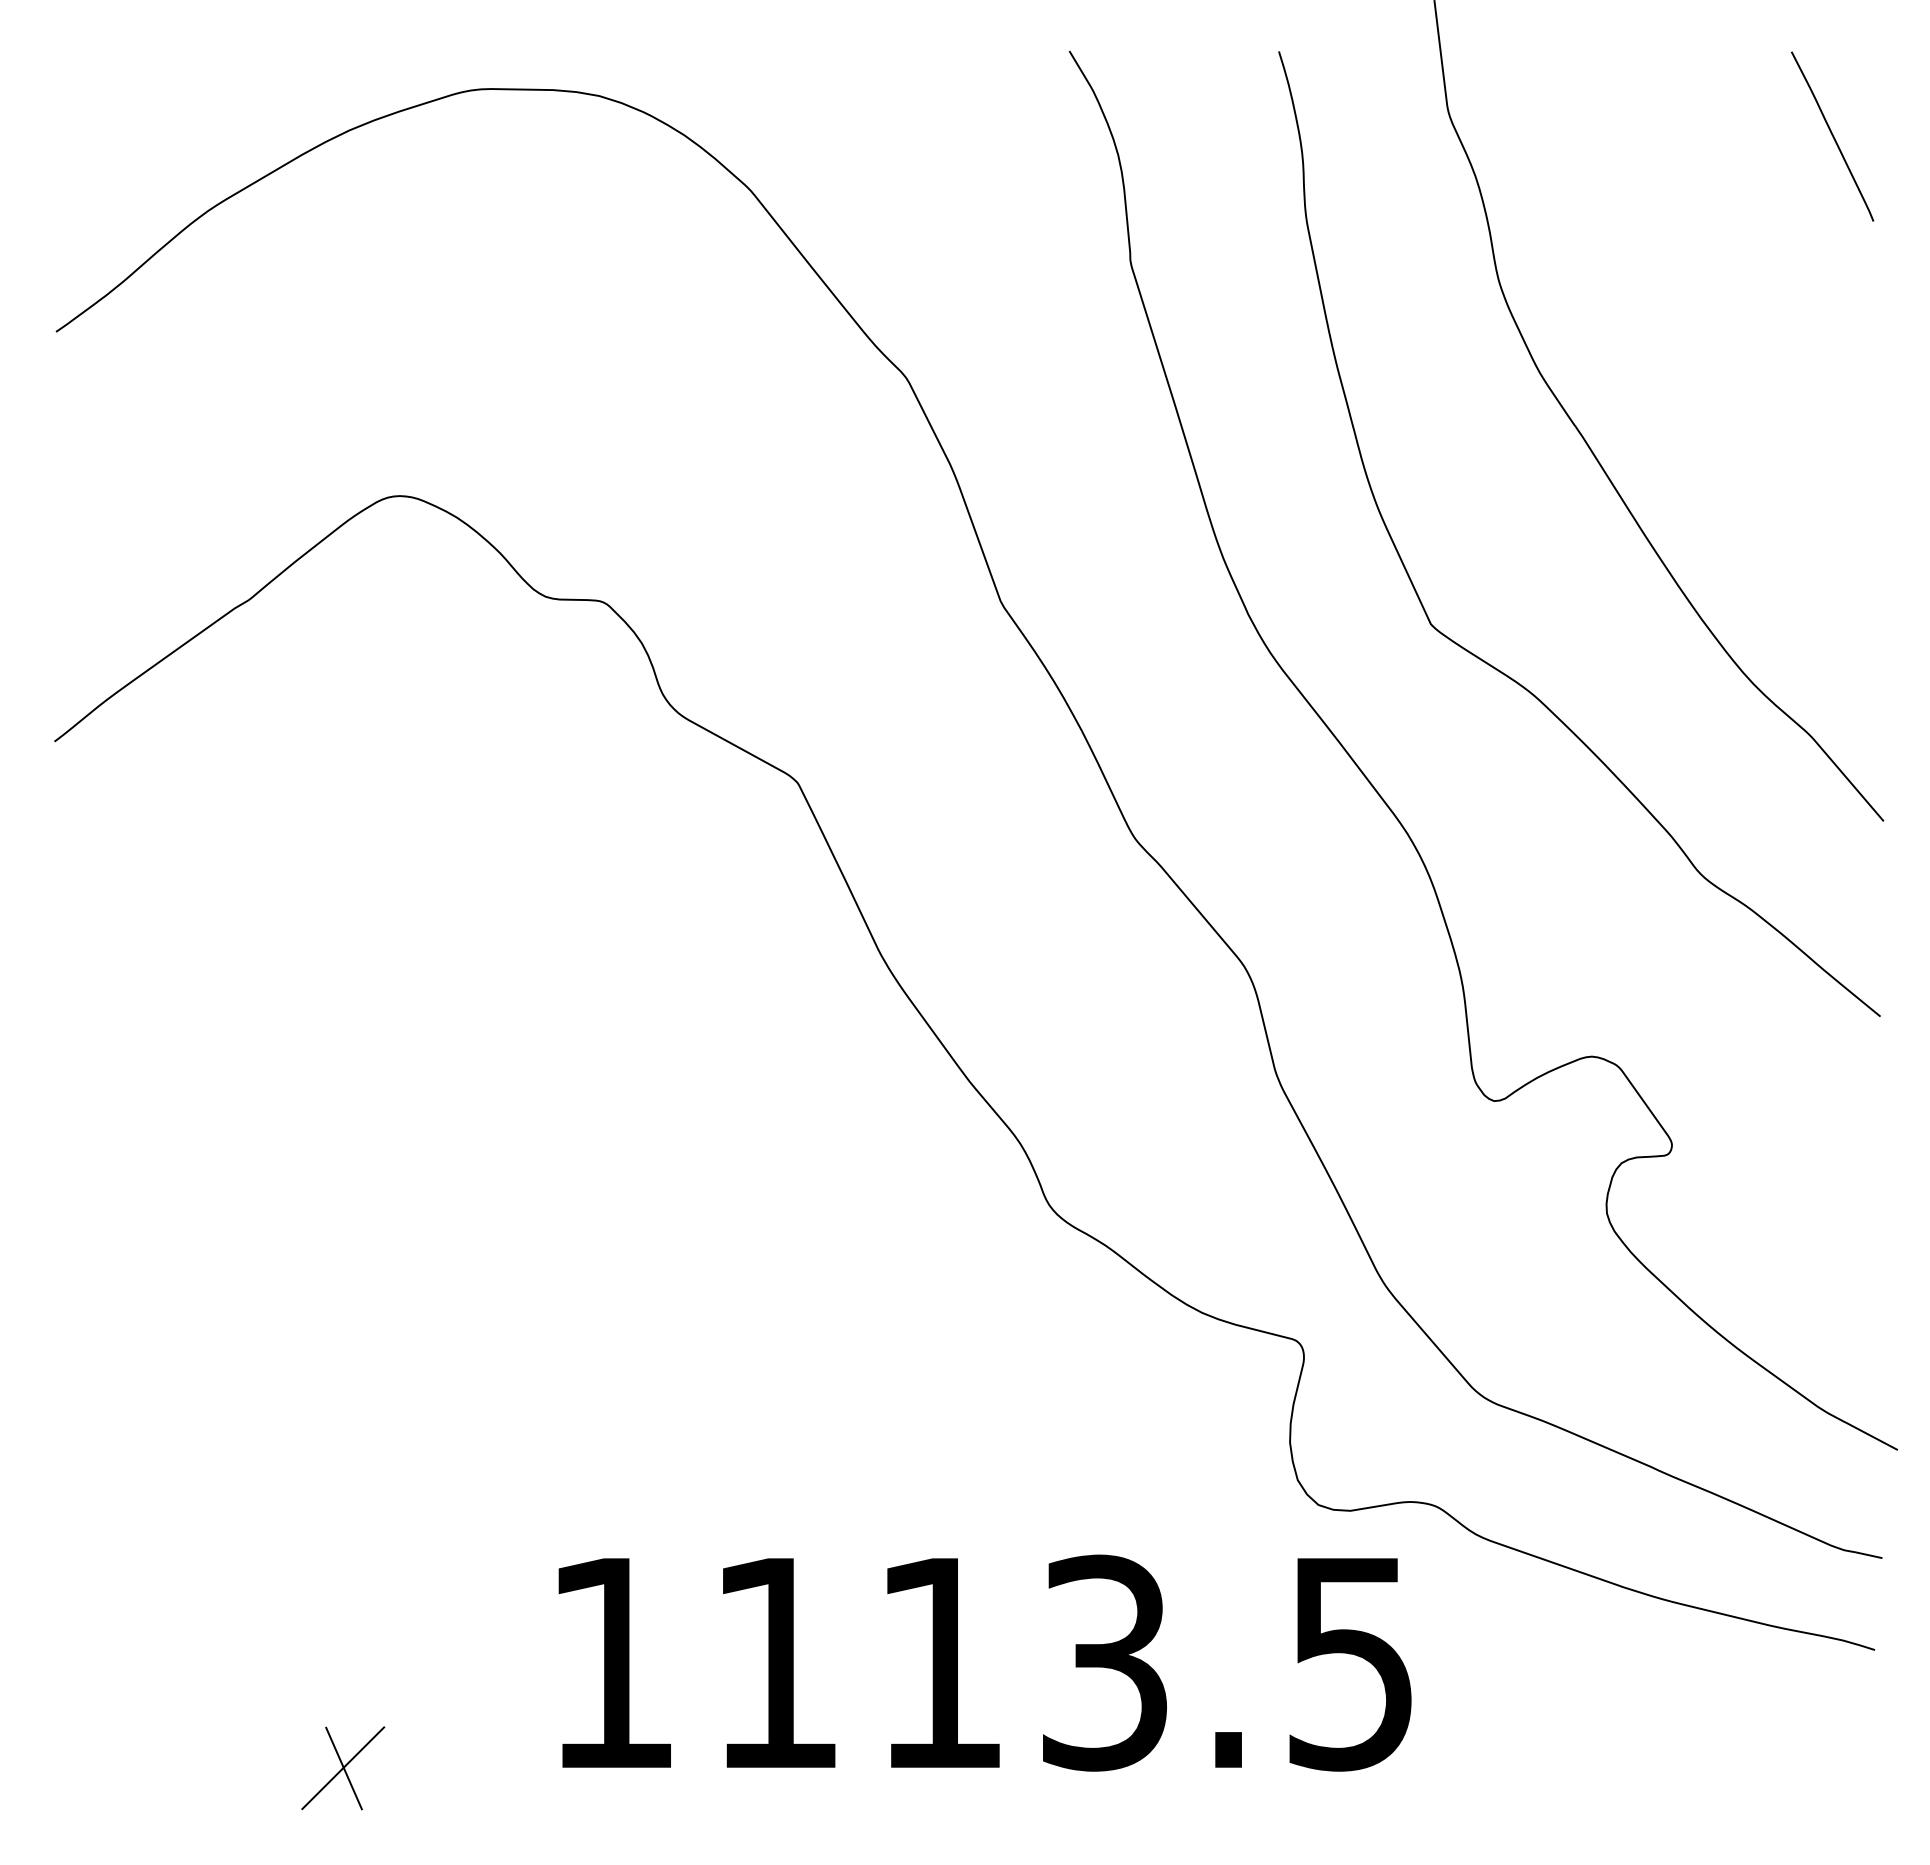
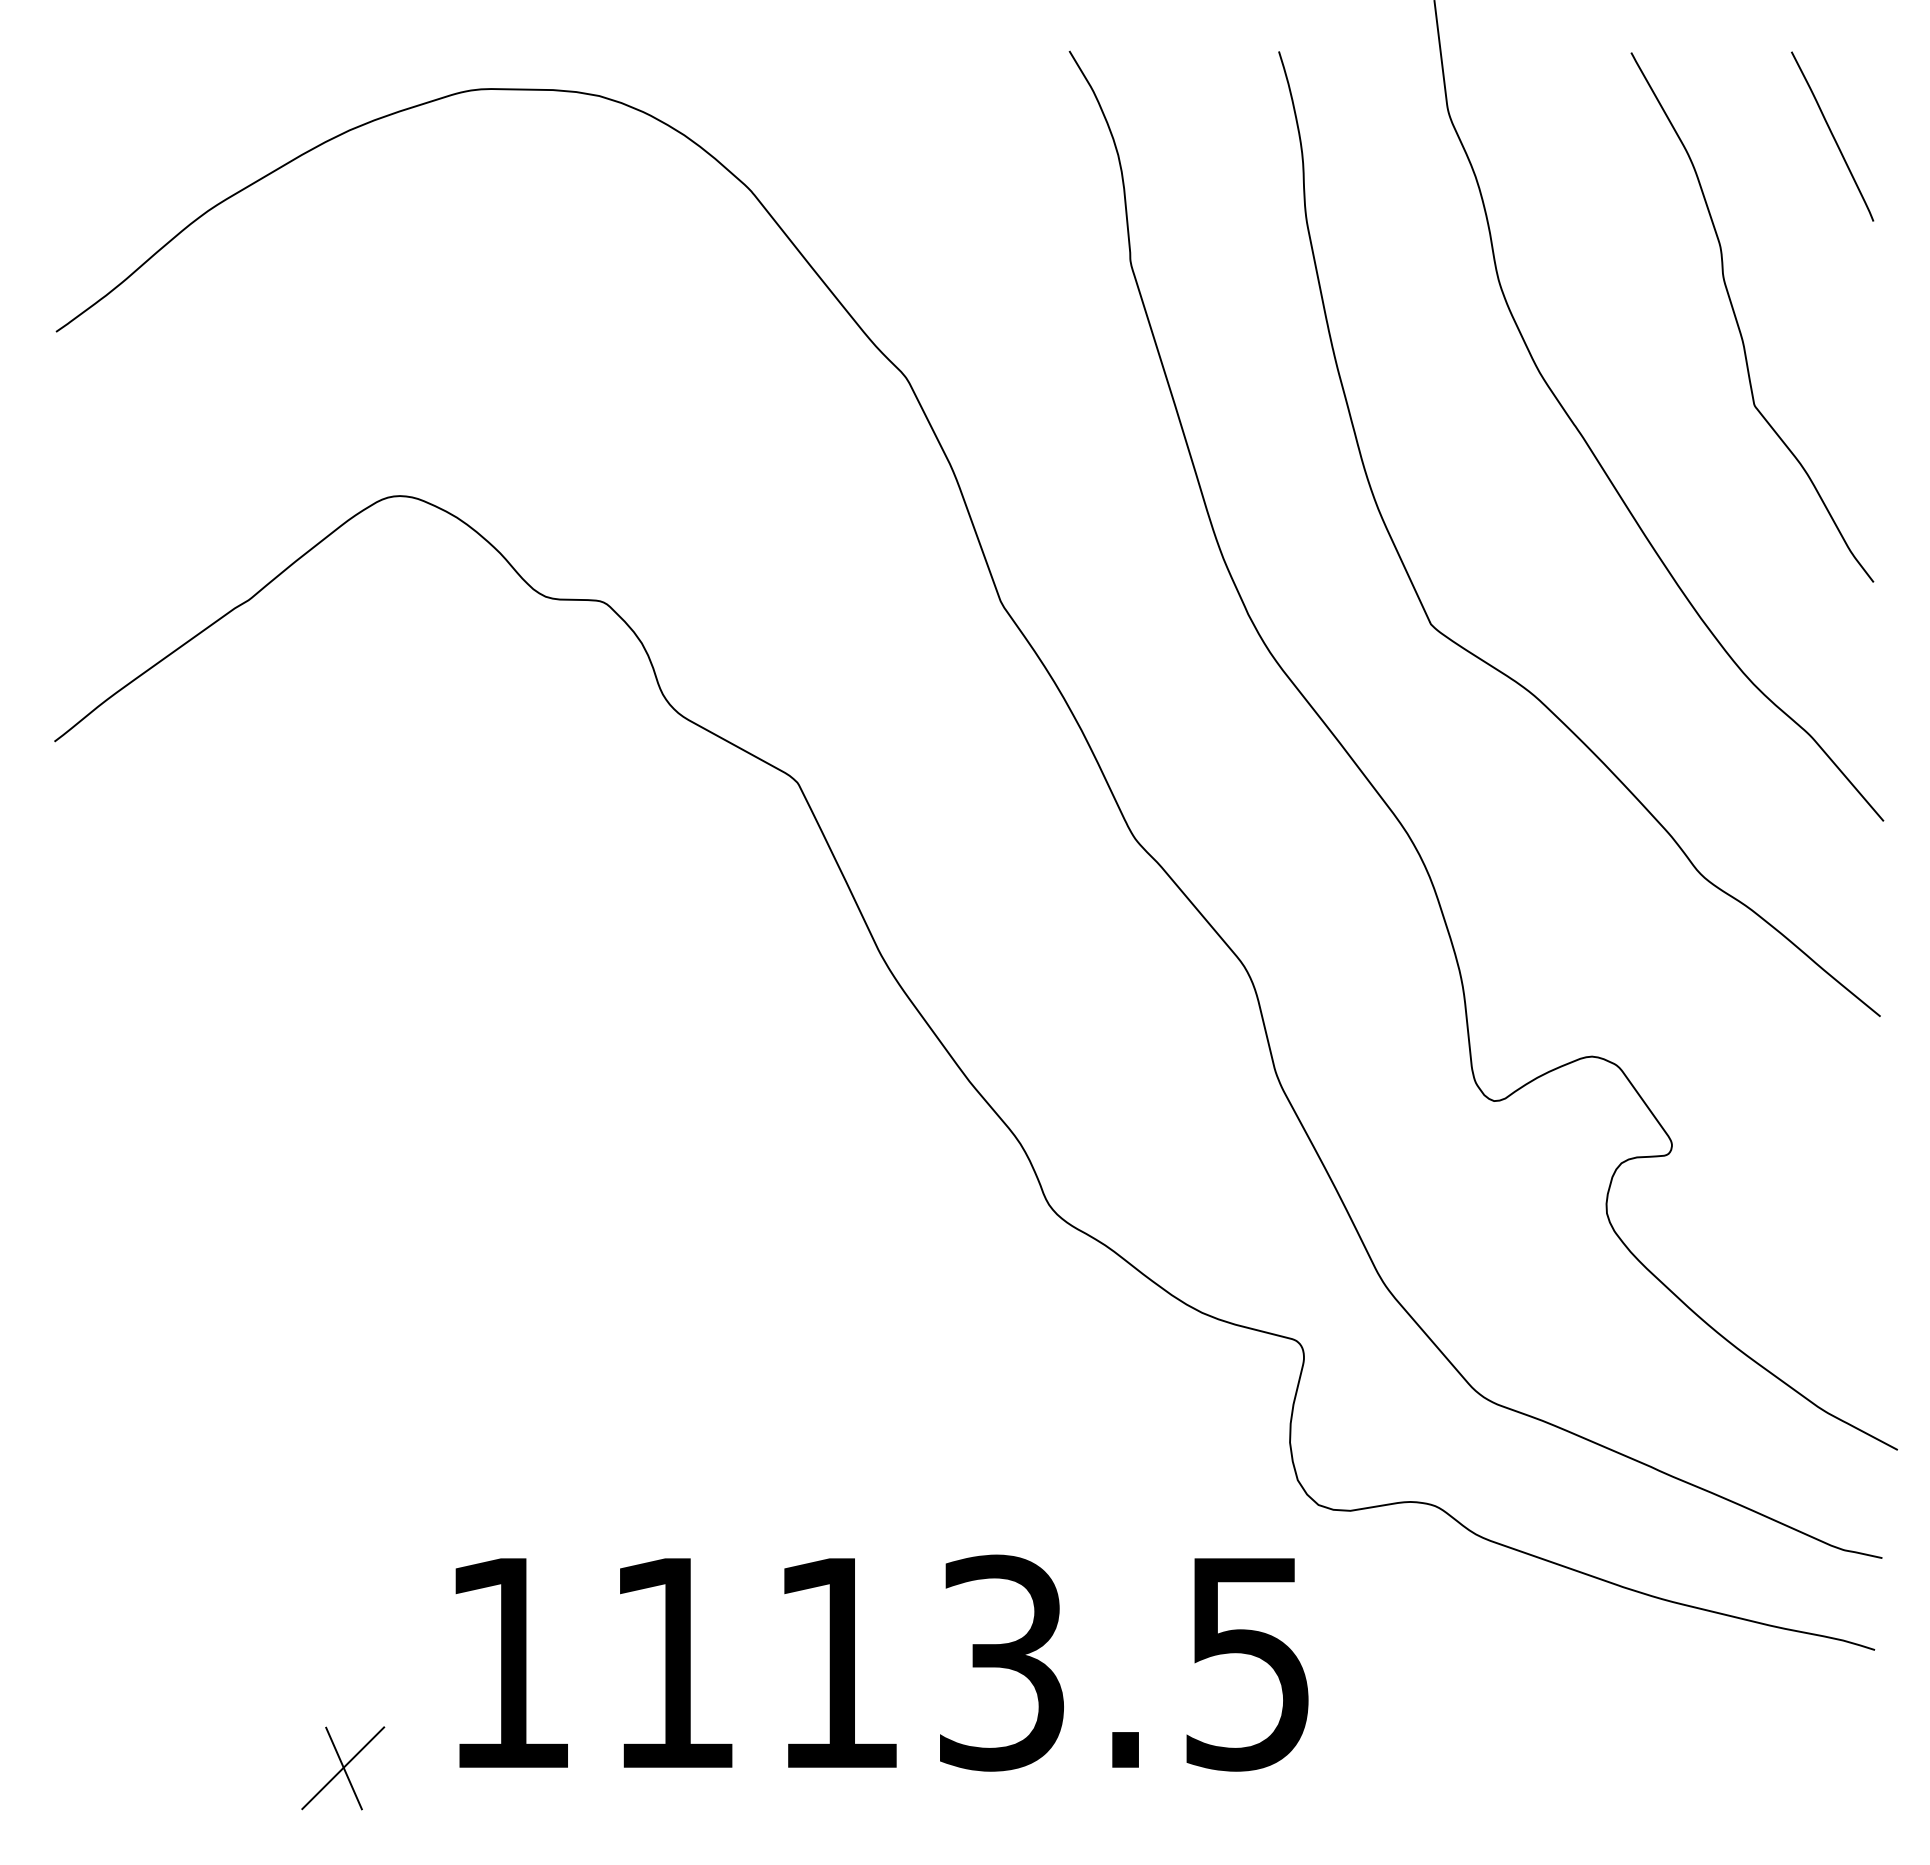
curve at (1738, 322): none -> present
text at (984, 1662) position: (984, 1662) -> (881, 1662)
